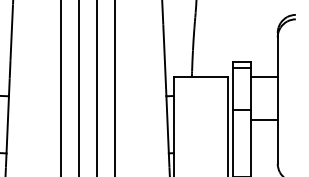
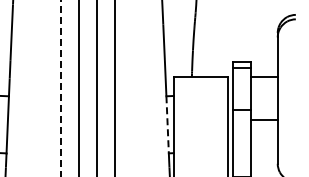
line at (60, 88): solid -> dashed
line at (167, 124): solid -> dashed
